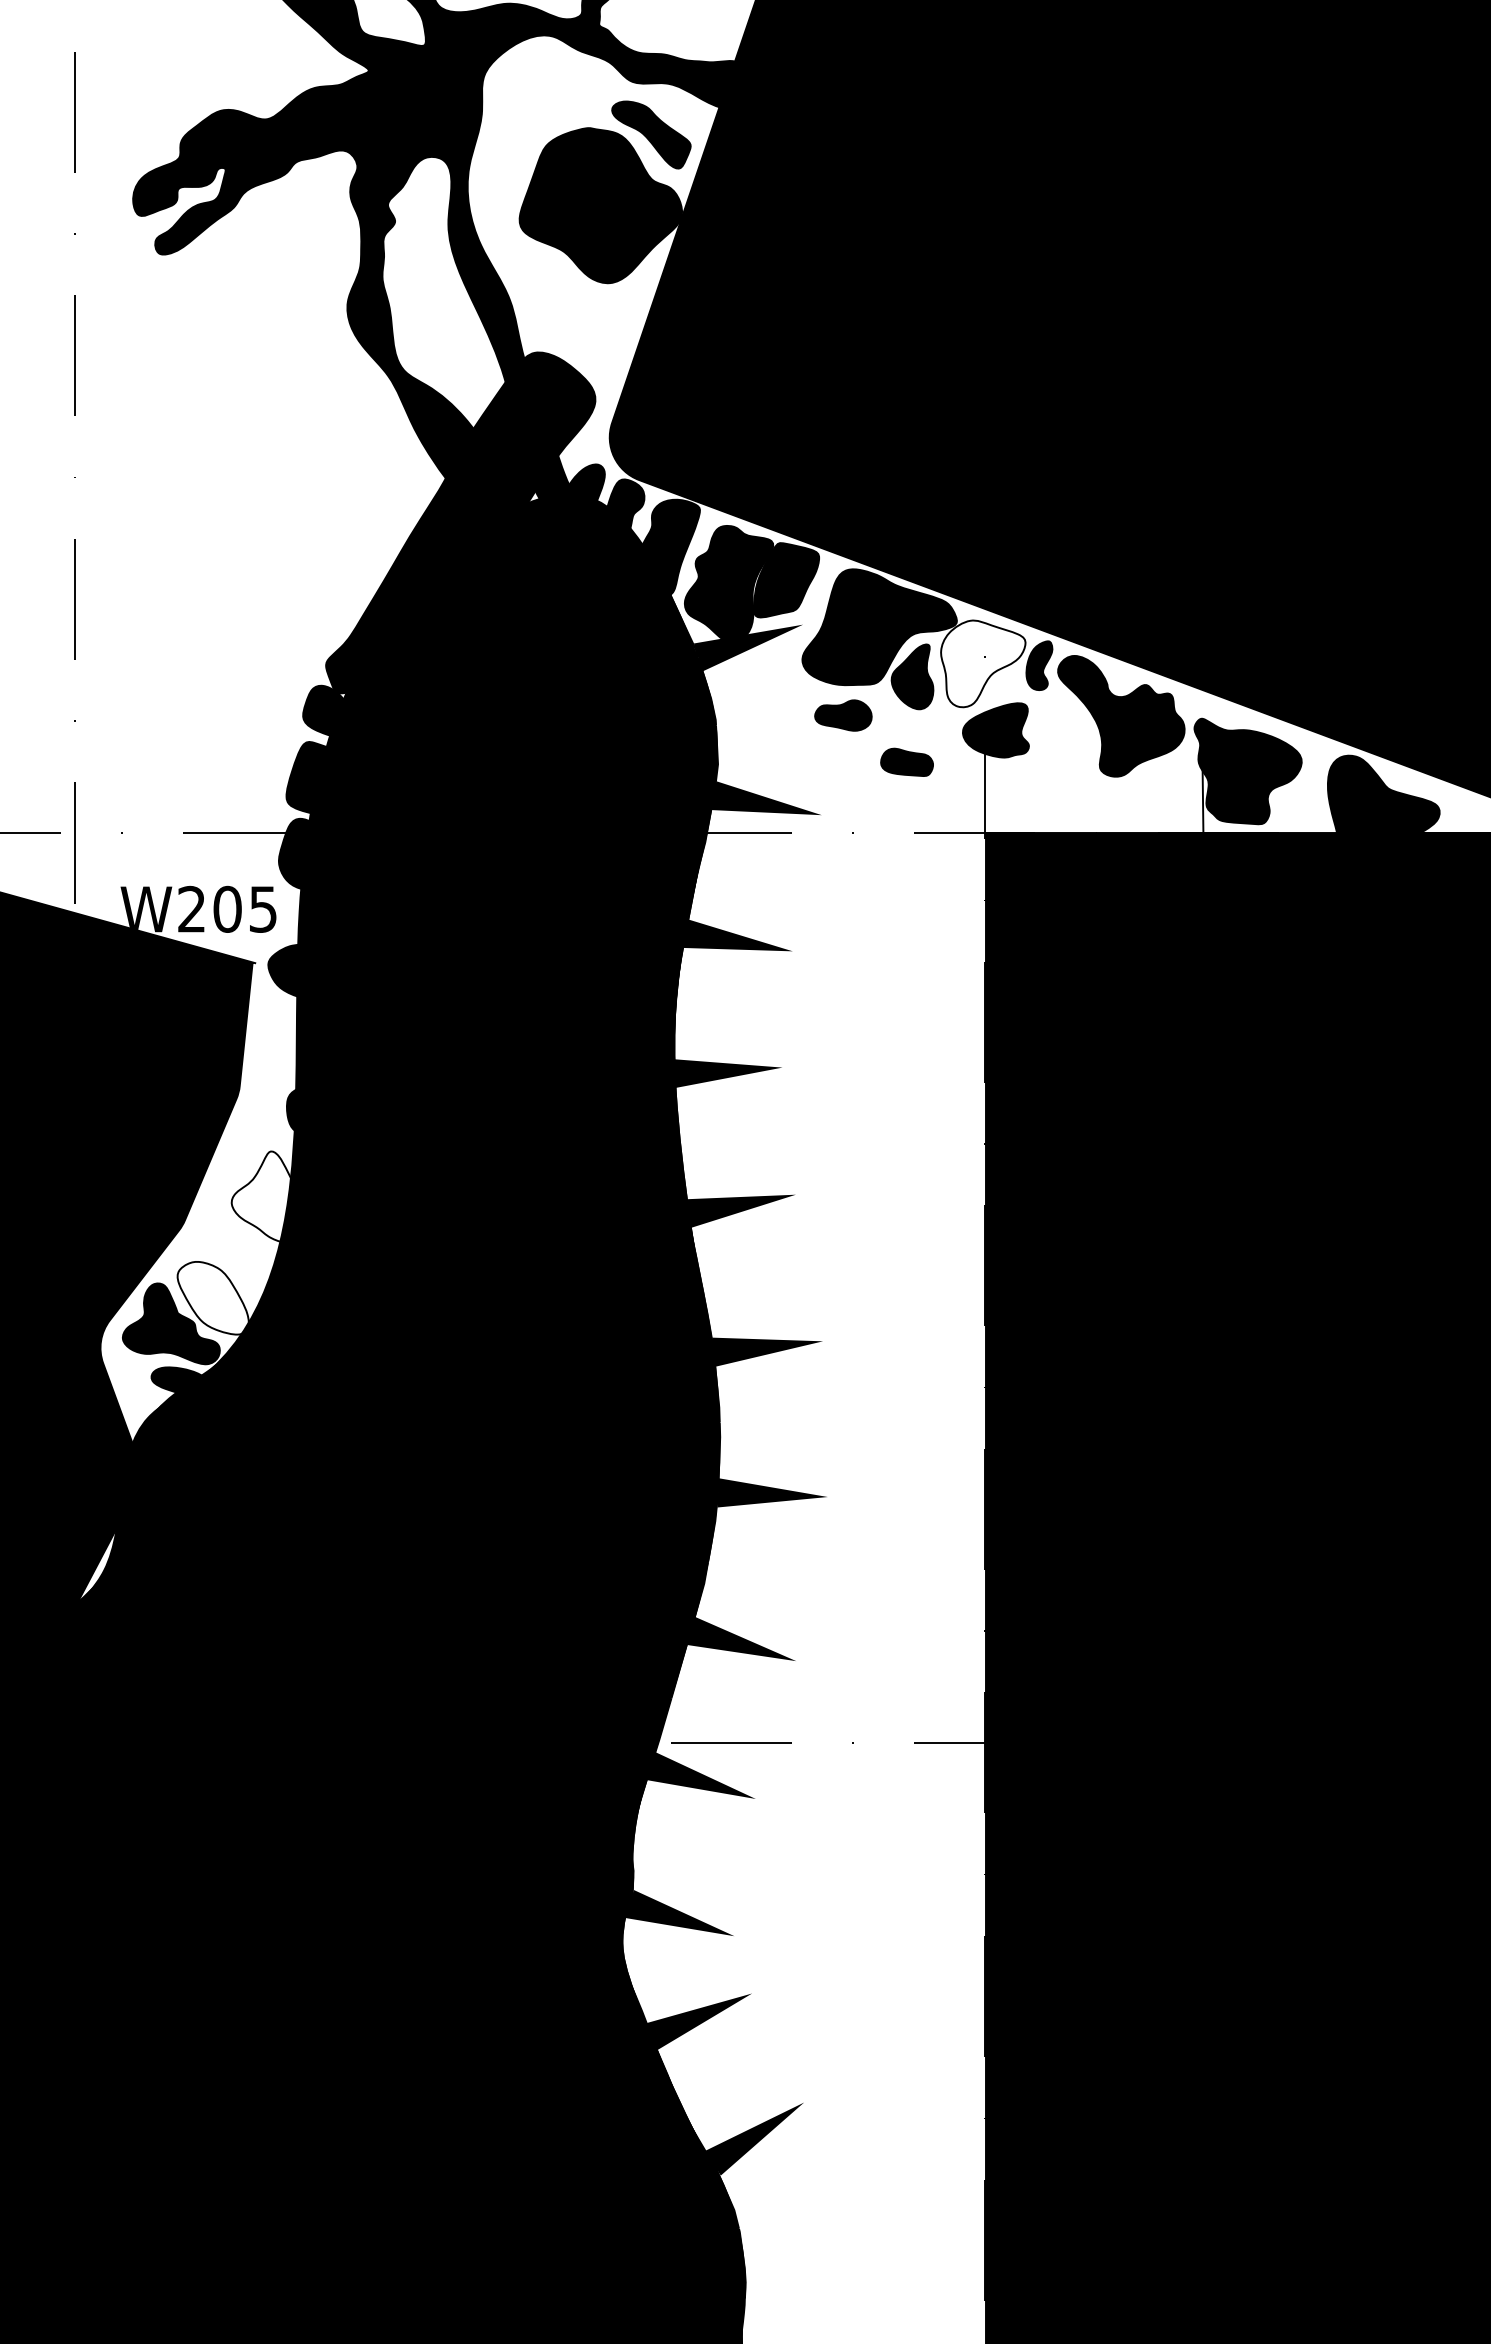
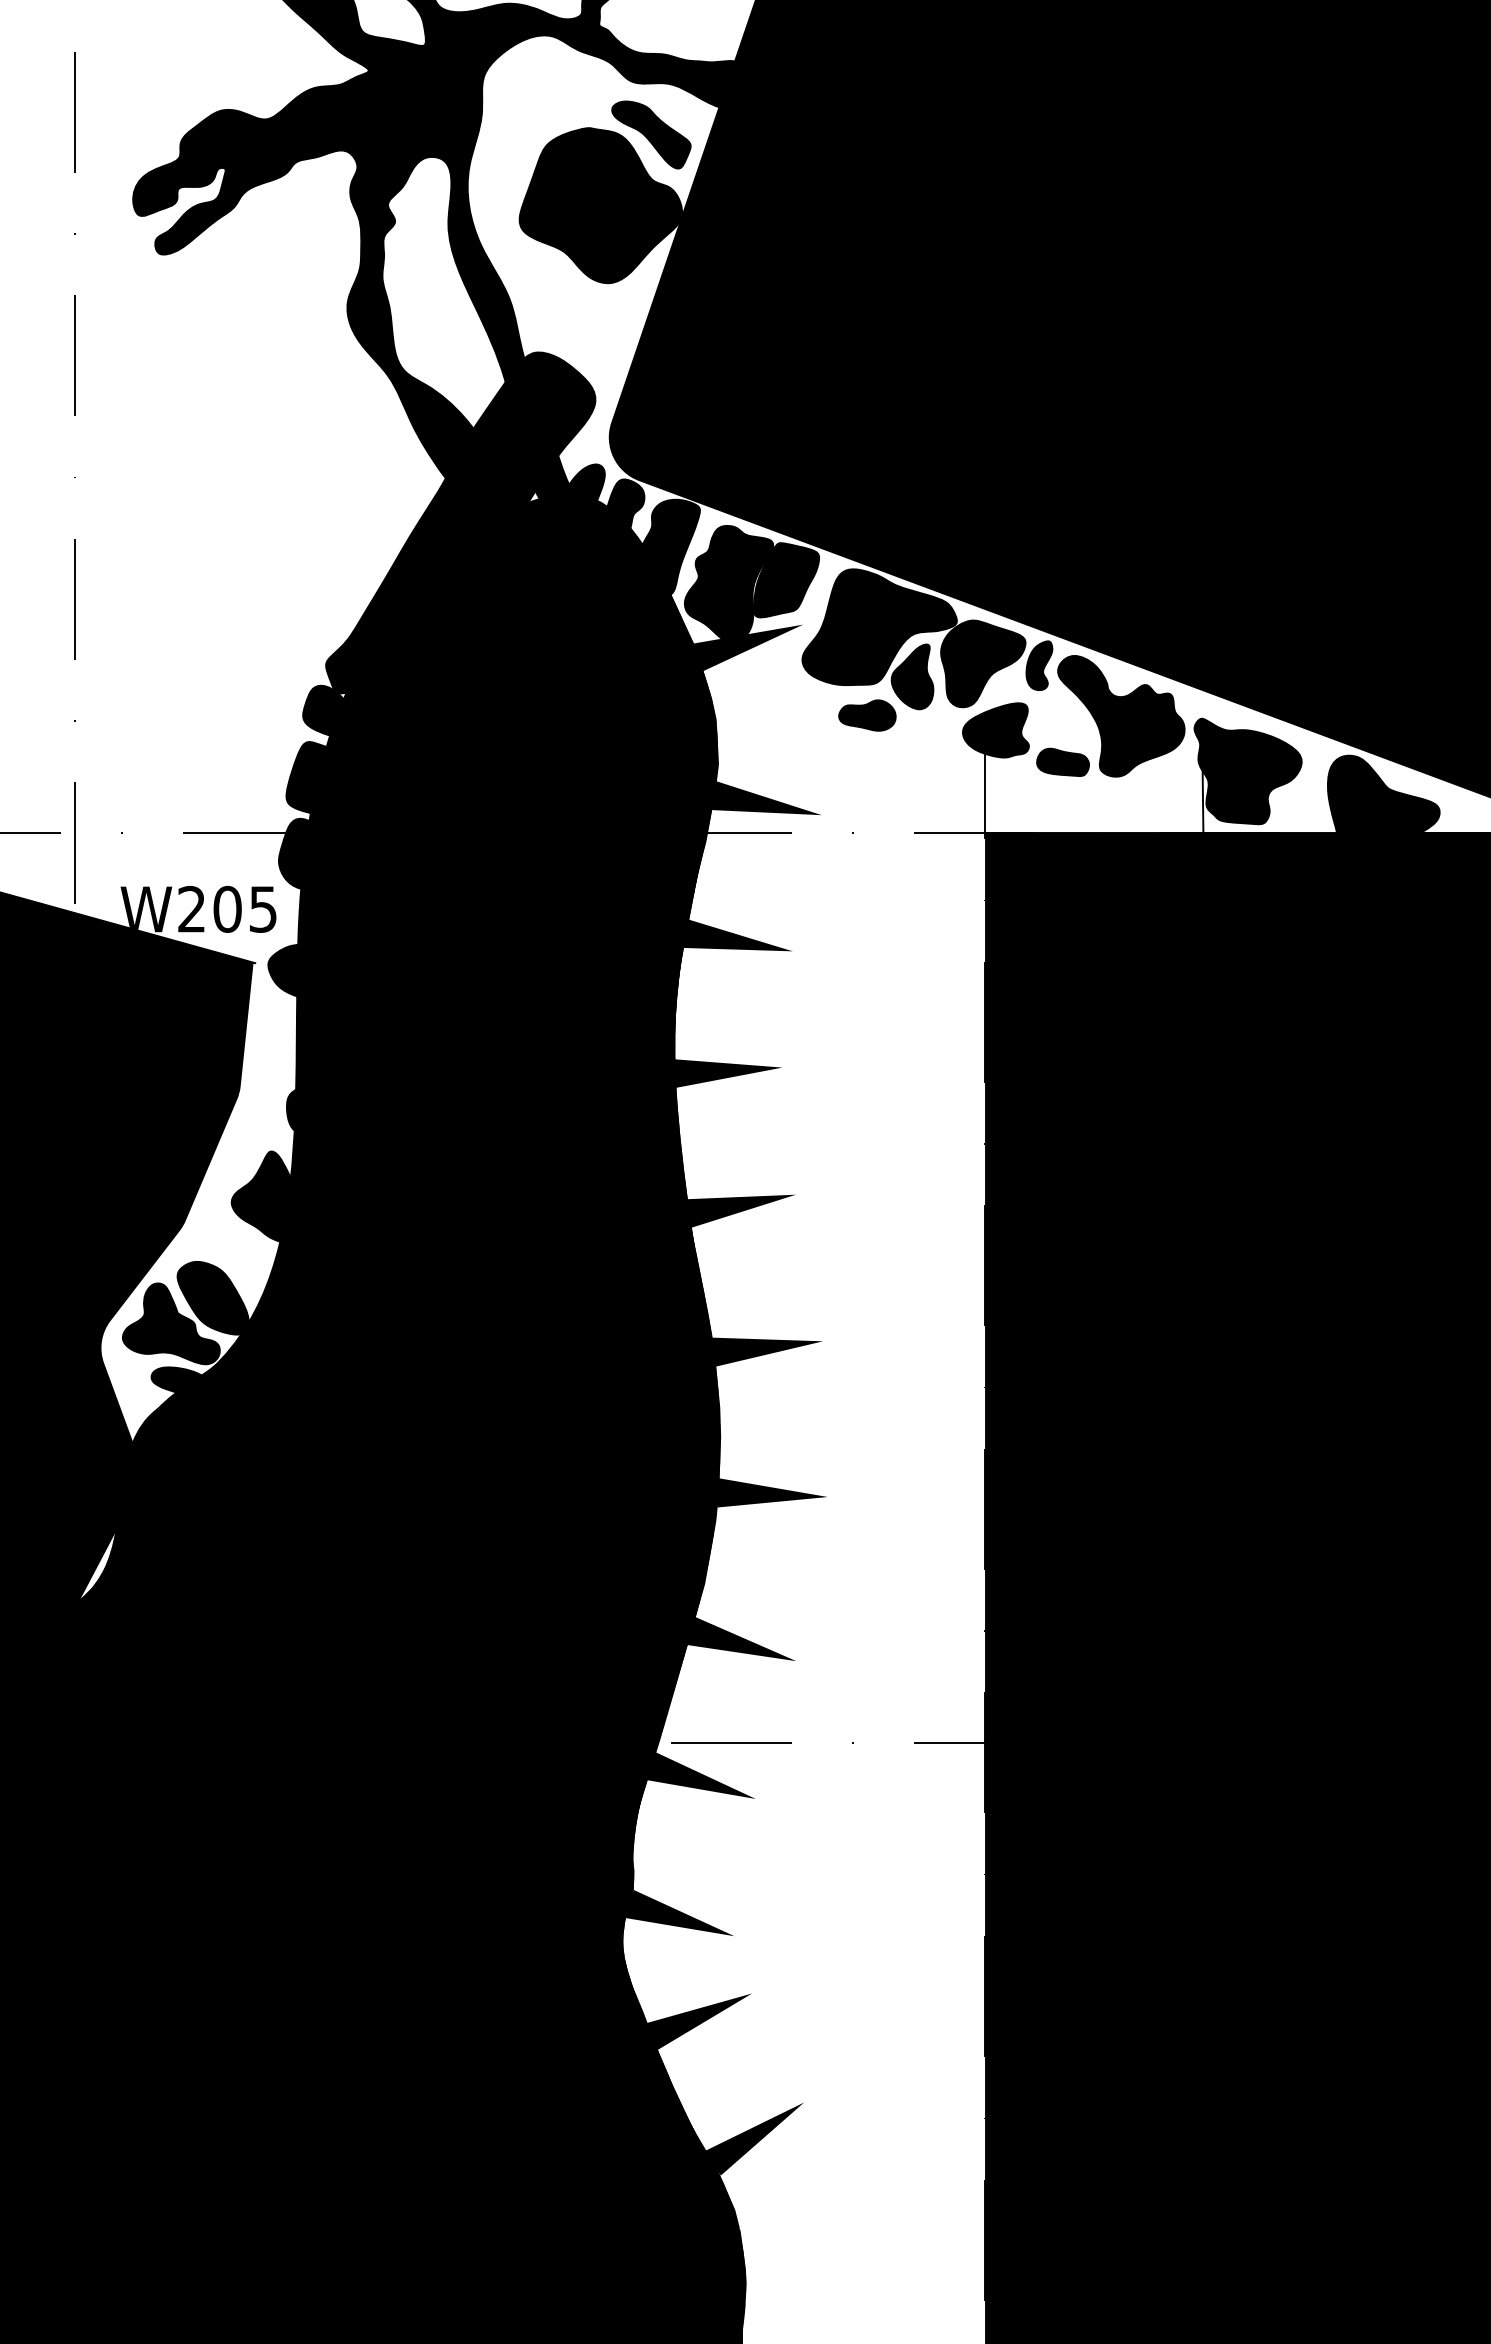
fill at (983, 663): none -> present
part at (843, 715) position: (843, 715) -> (867, 715)
part at (906, 761) position: (906, 761) -> (1062, 761)
fill at (273, 1197): none -> present
fill at (212, 1297): none -> present
